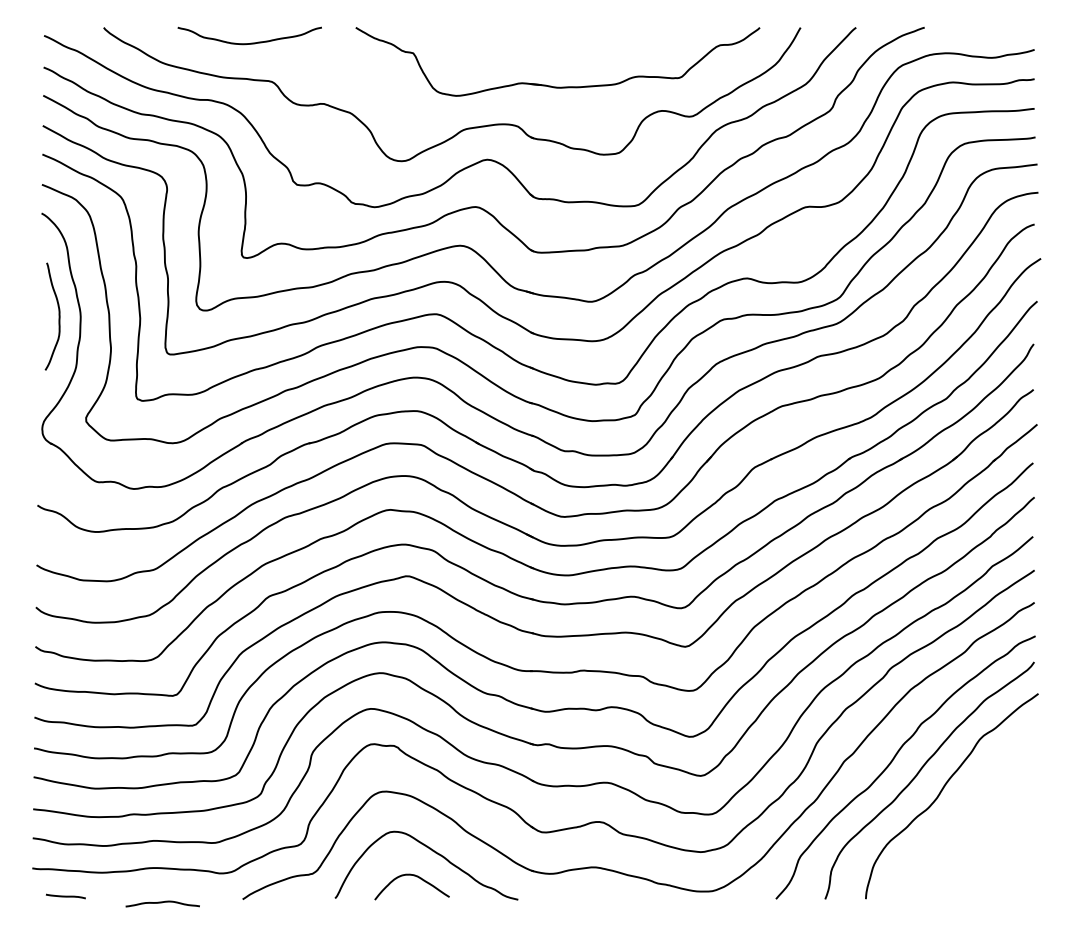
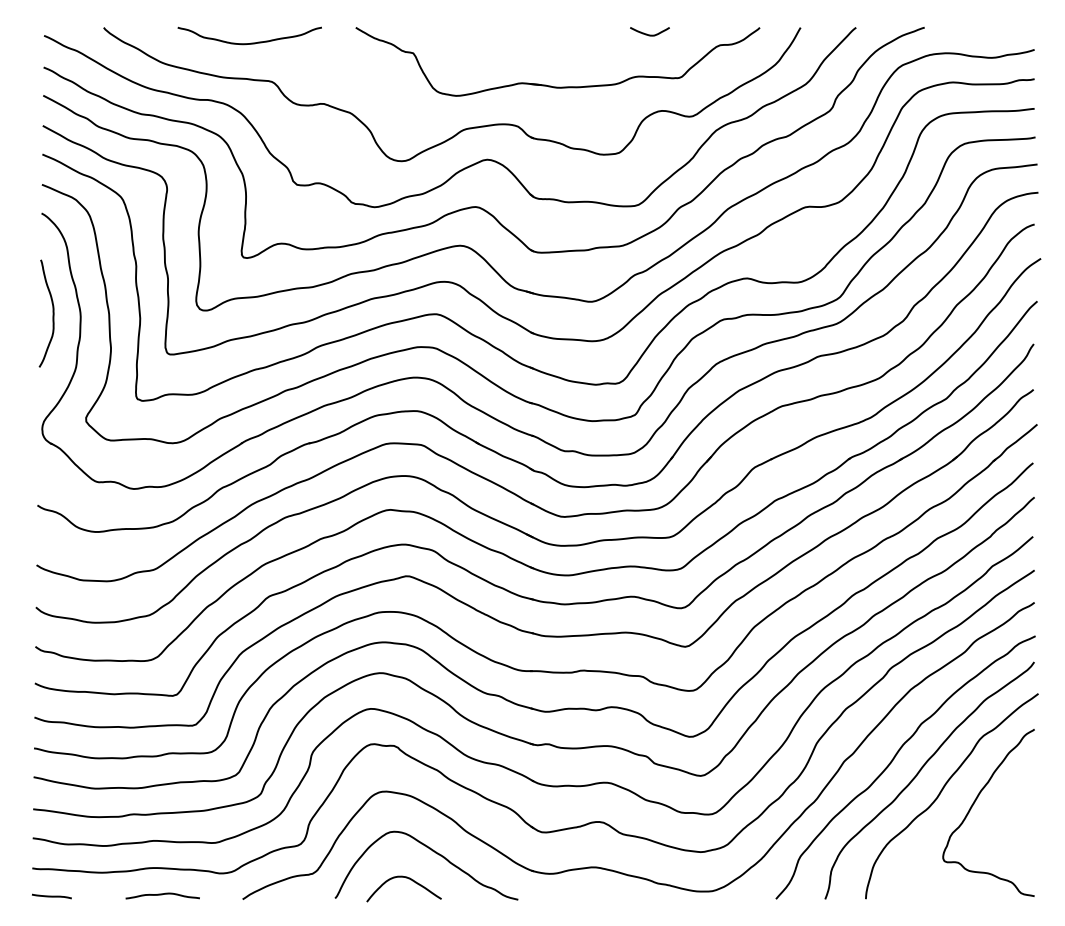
curve at (649, 34): none -> present
curve at (58, 316) position: (58, 316) -> (52, 313)
curve at (974, 804): none -> present
curve at (413, 876) position: (413, 876) -> (405, 878)
line at (65, 896) position: (65, 896) -> (51, 896)
curve at (162, 903) position: (162, 903) -> (162, 895)
